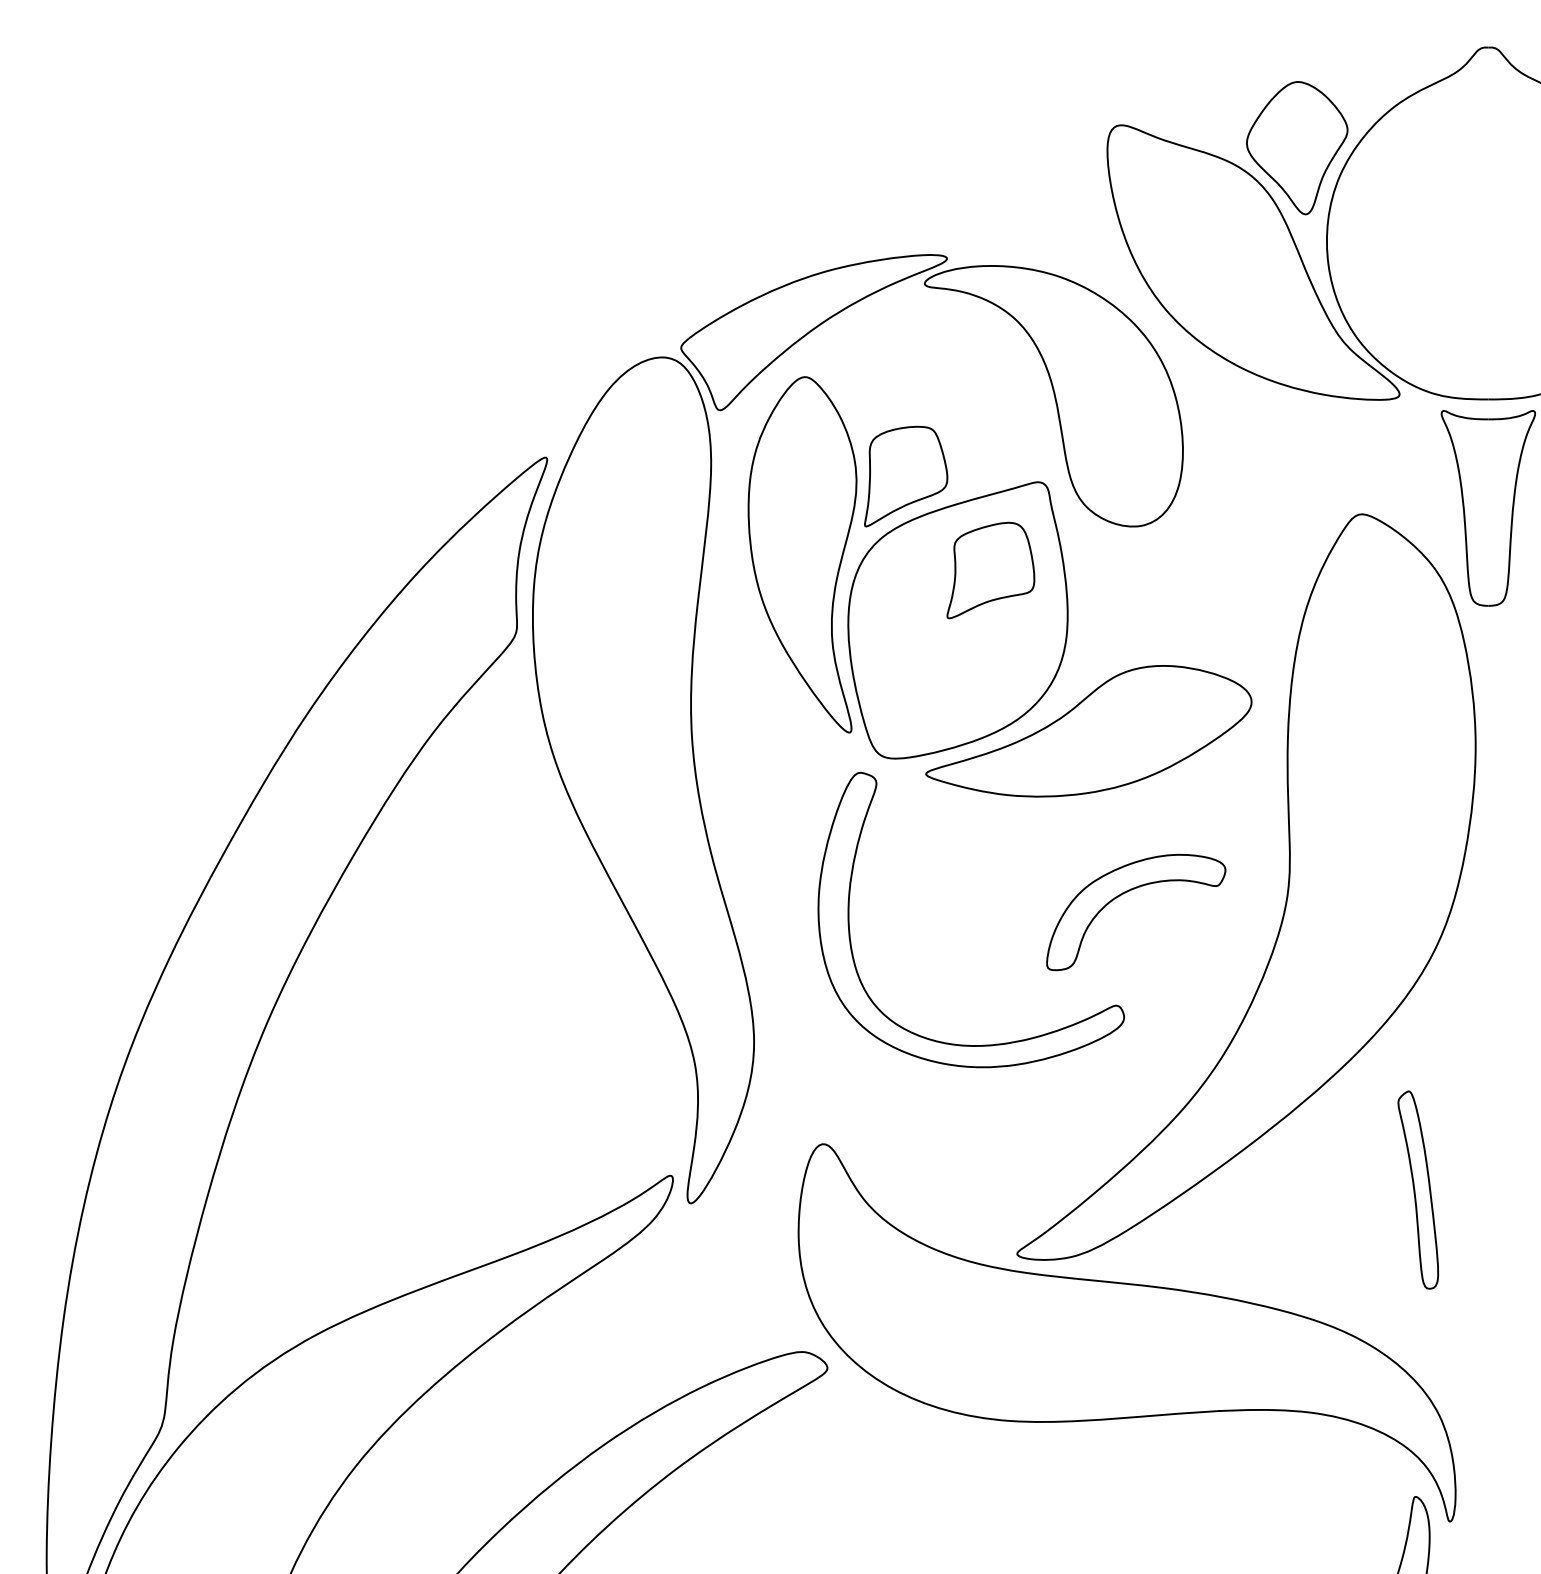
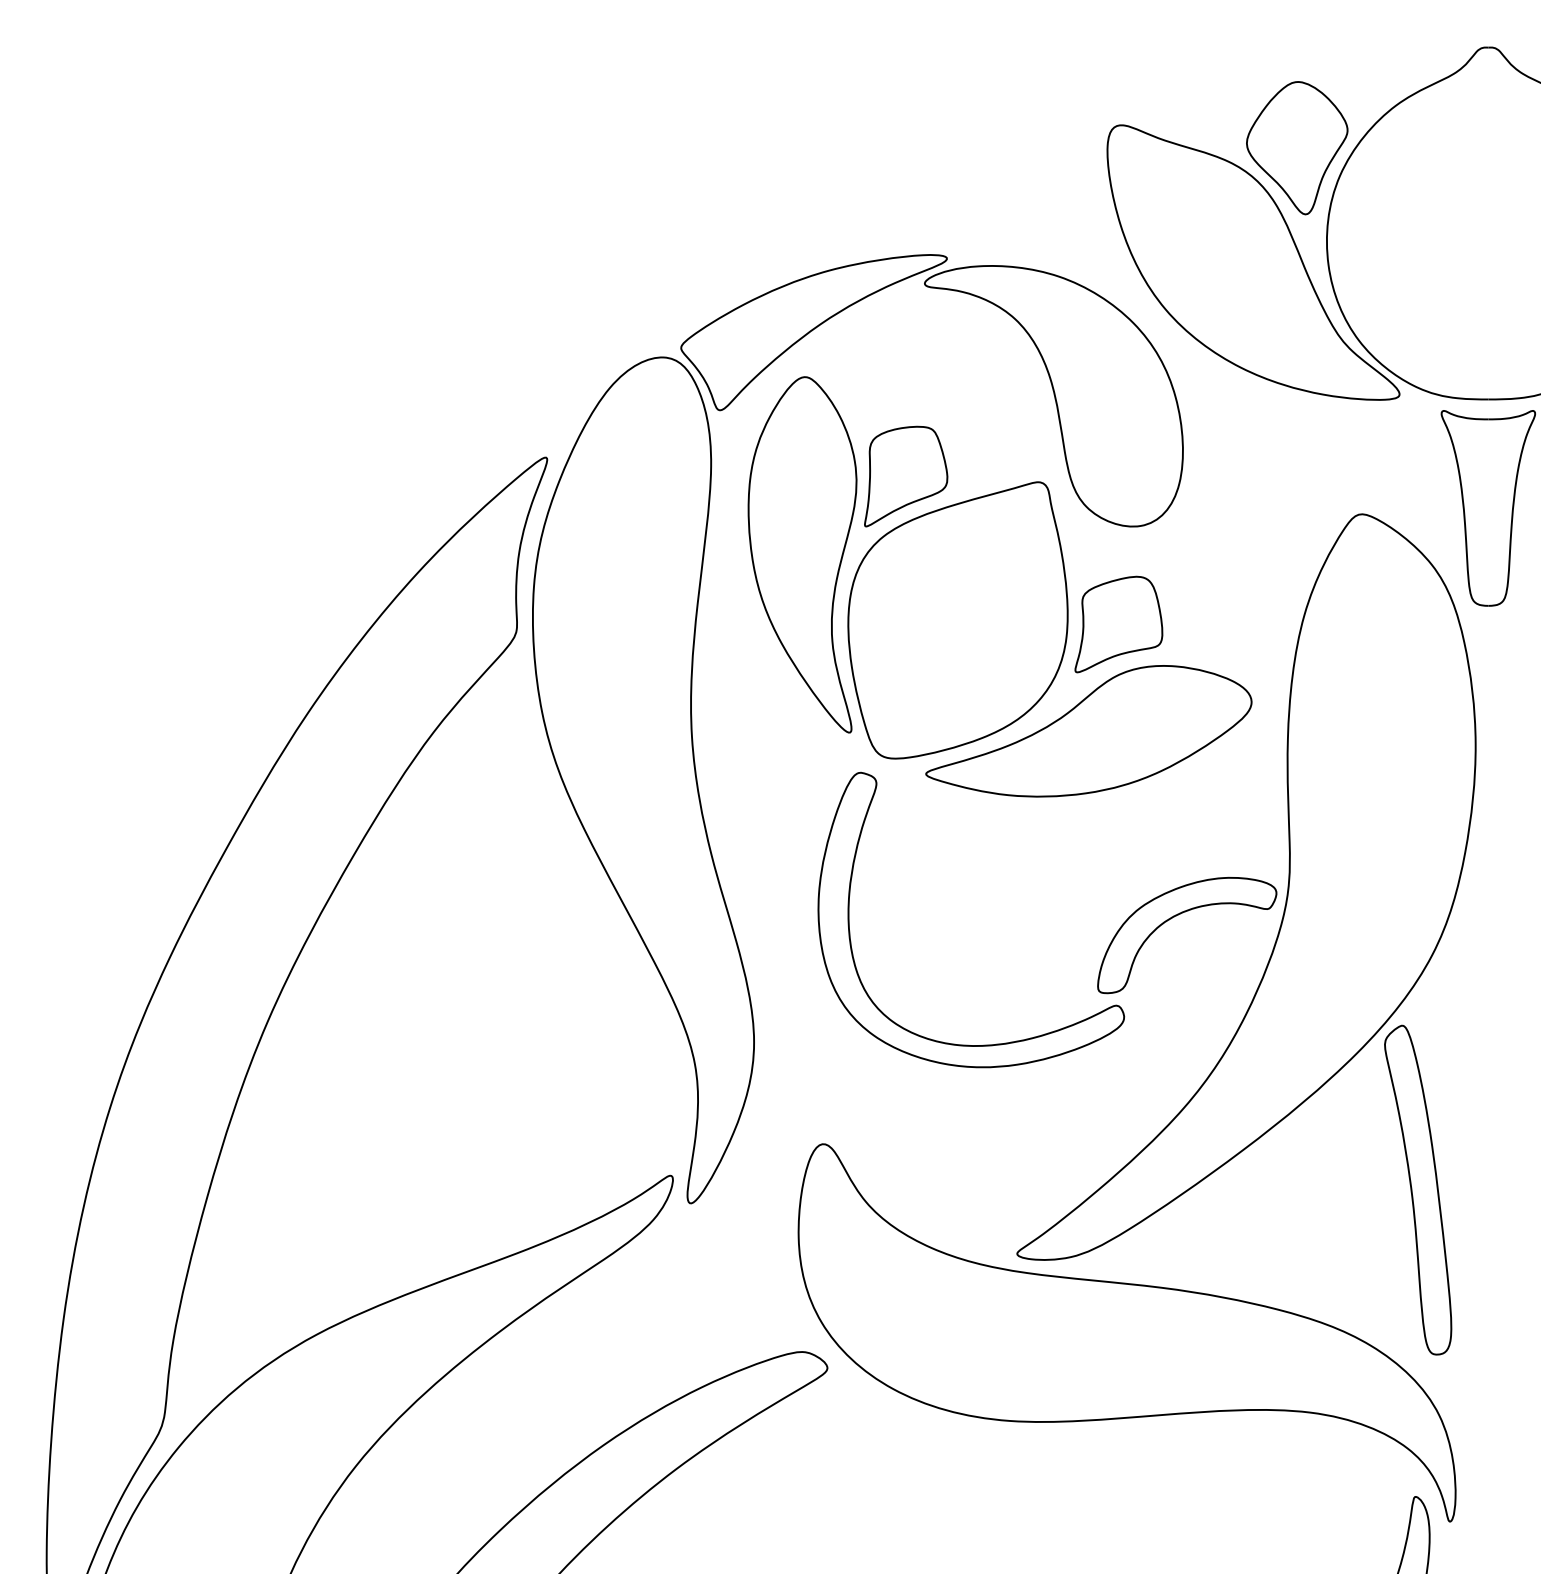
part at (990, 570) position: (990, 570) -> (1118, 624)
part at (1127, 892) position: (1127, 892) -> (1178, 915)
part at (1418, 1189) size: 43x200 px -> 69x332 px
